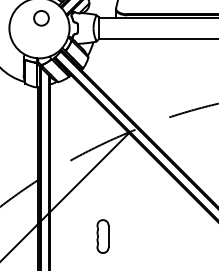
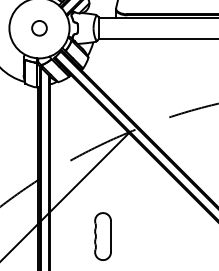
circle at (41, 18) position: (41, 18) -> (39, 28)
part at (102, 236) size: 14x35 px -> 18x49 px
